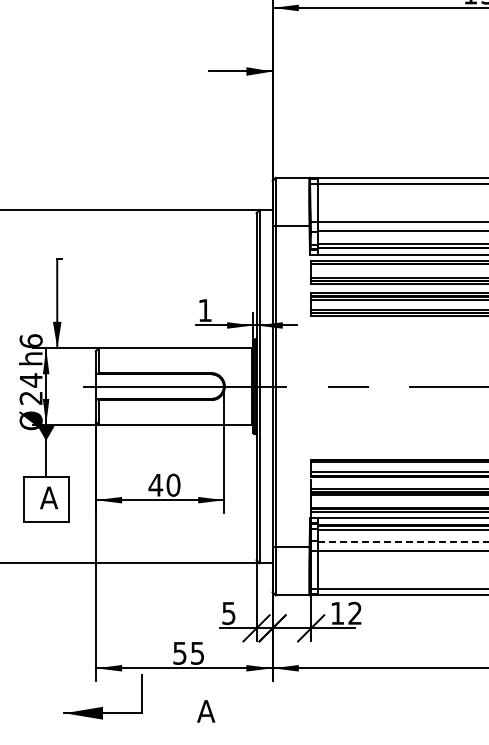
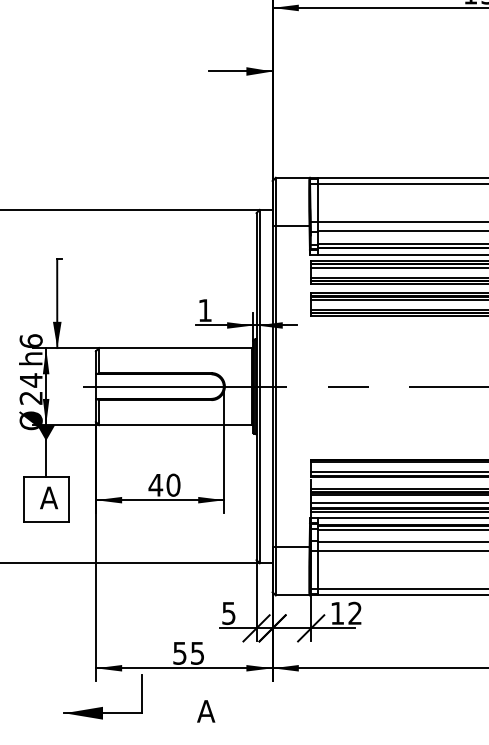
line at (398, 267): none -> present
line at (398, 502): none -> present
line at (403, 542): dashed -> solid
